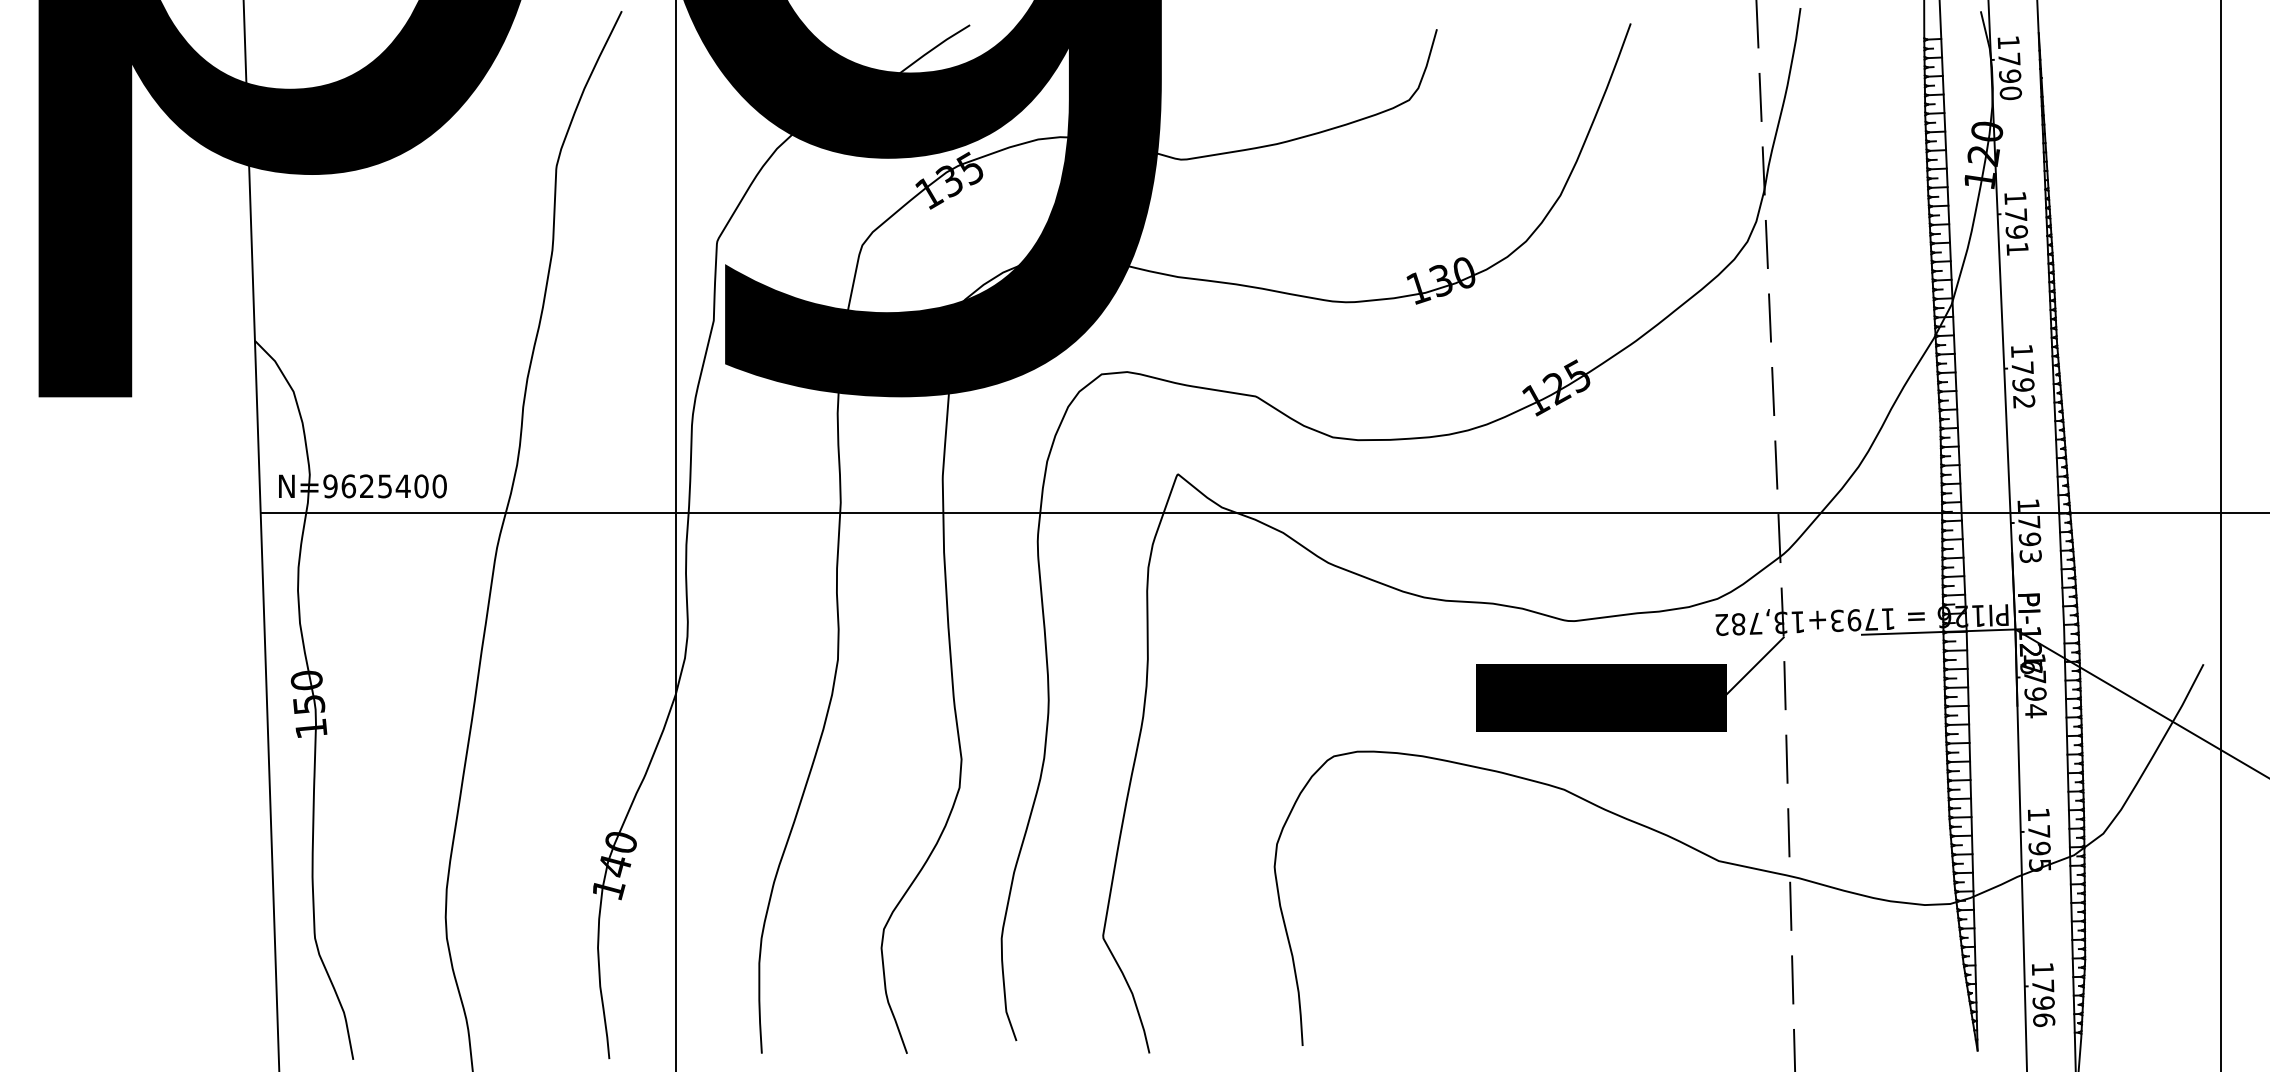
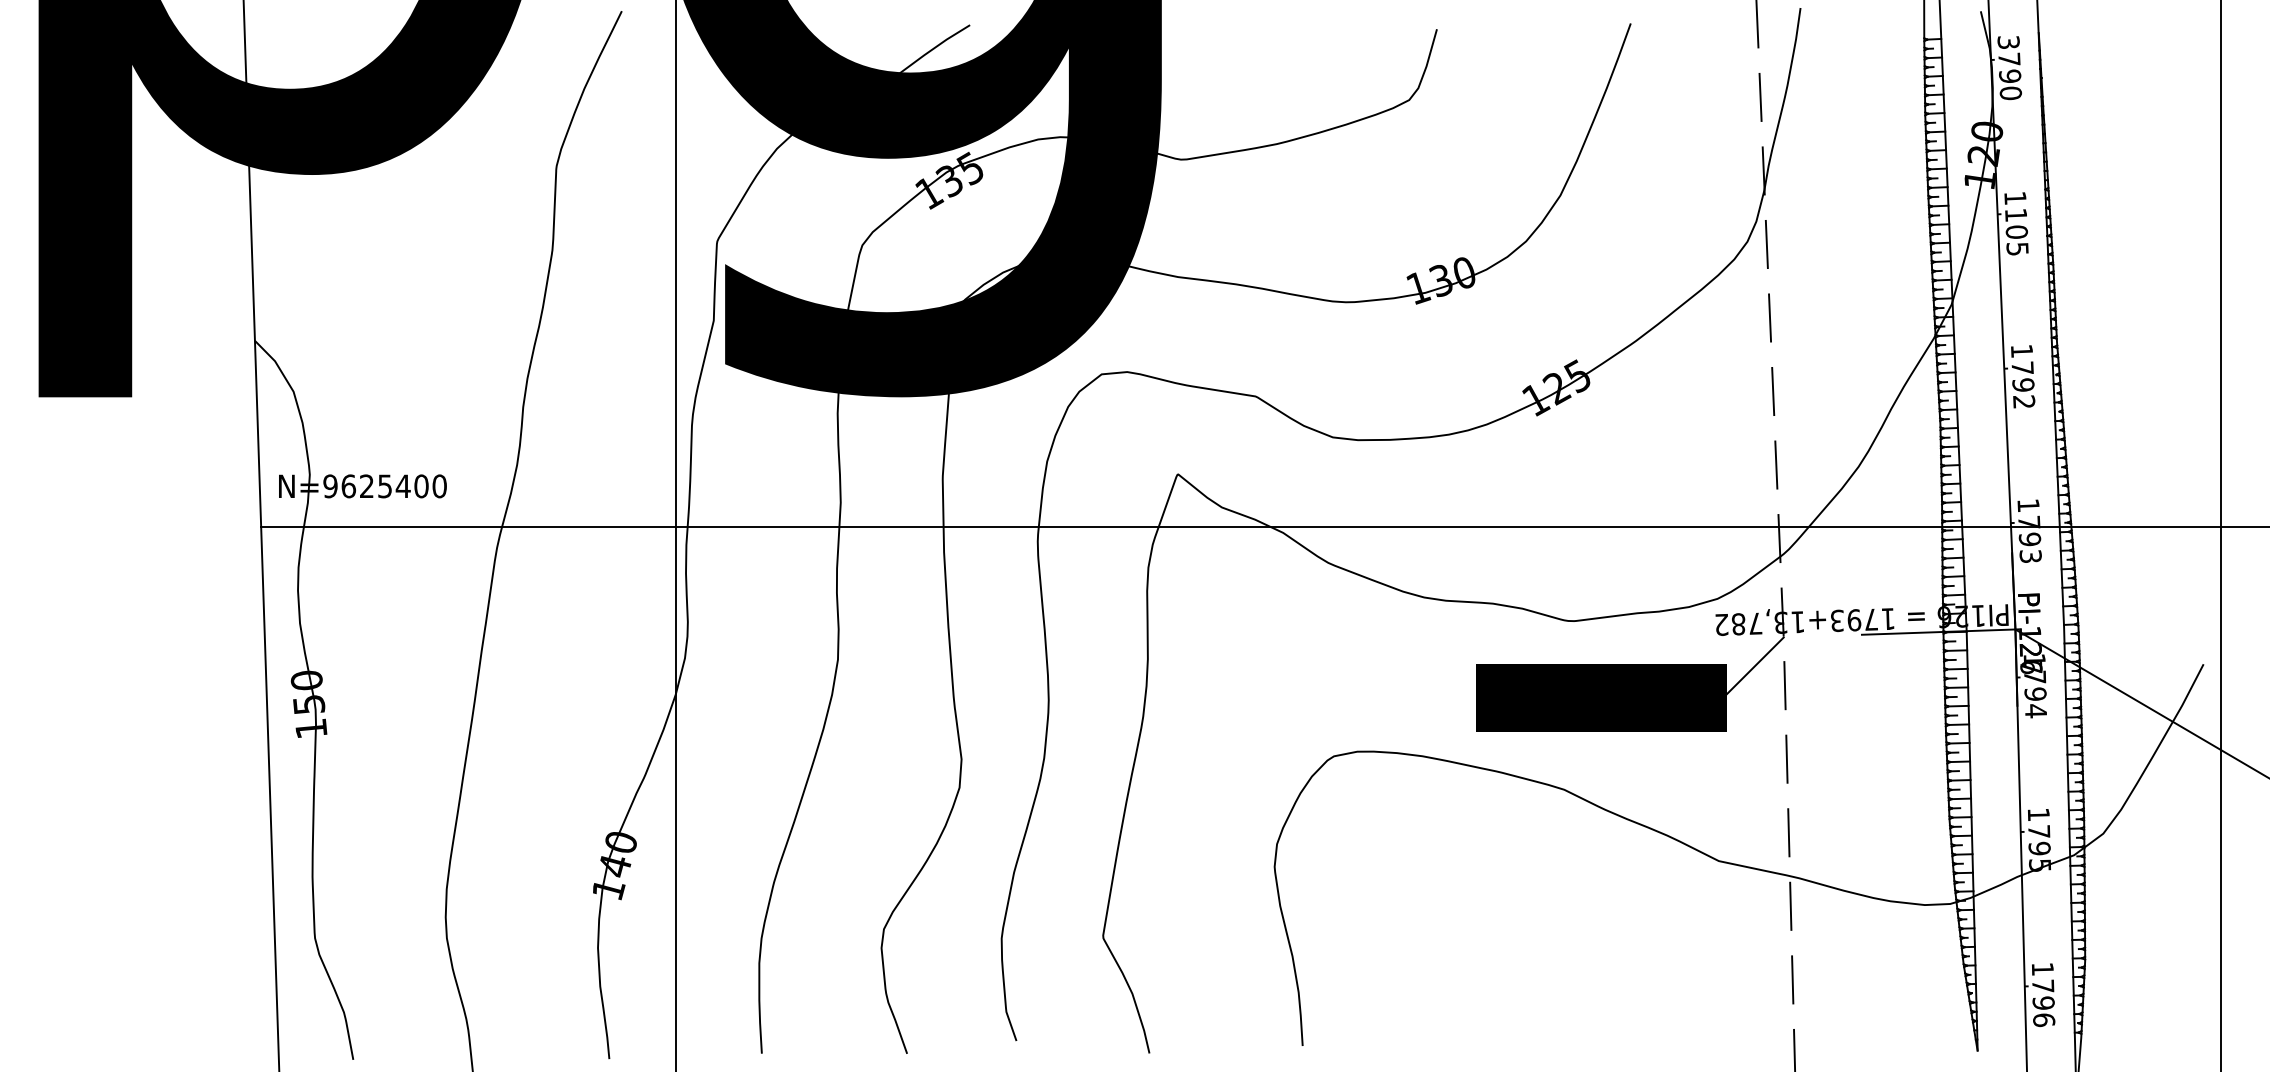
text at (2008, 42): 1790 -> 3790
text at (2016, 231): 1791 -> 1105
line at (1263, 513) position: (1263, 513) -> (1263, 527)
